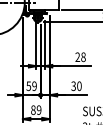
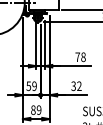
text at (77, 56): 28 -> 78
text at (79, 86): 30 -> 32
